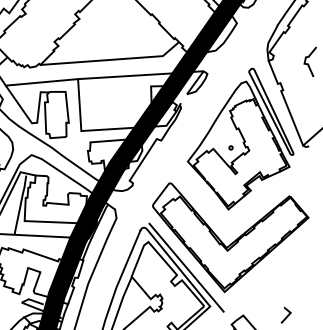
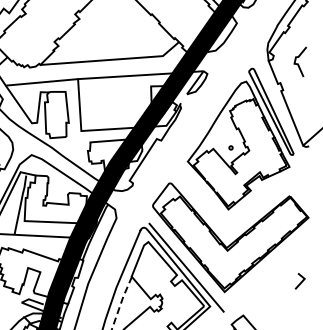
curve at (308, 63) position: (308, 63) -> (298, 63)
line at (121, 301): solid -> dashed
line at (286, 316) position: (286, 316) -> (300, 282)
